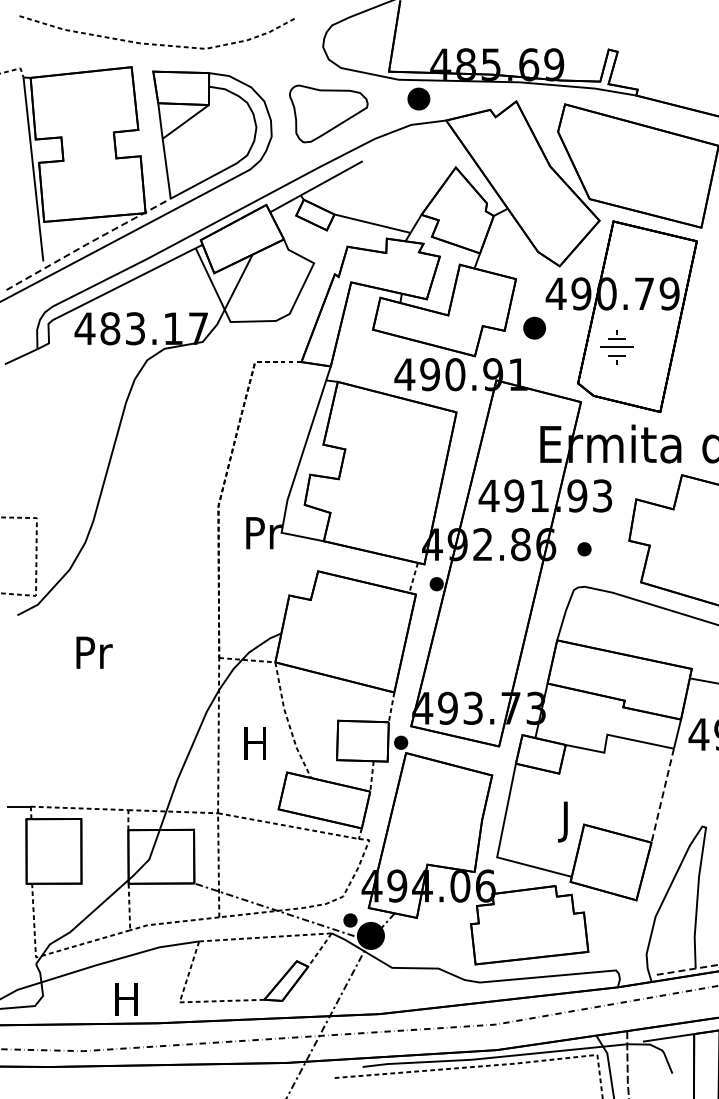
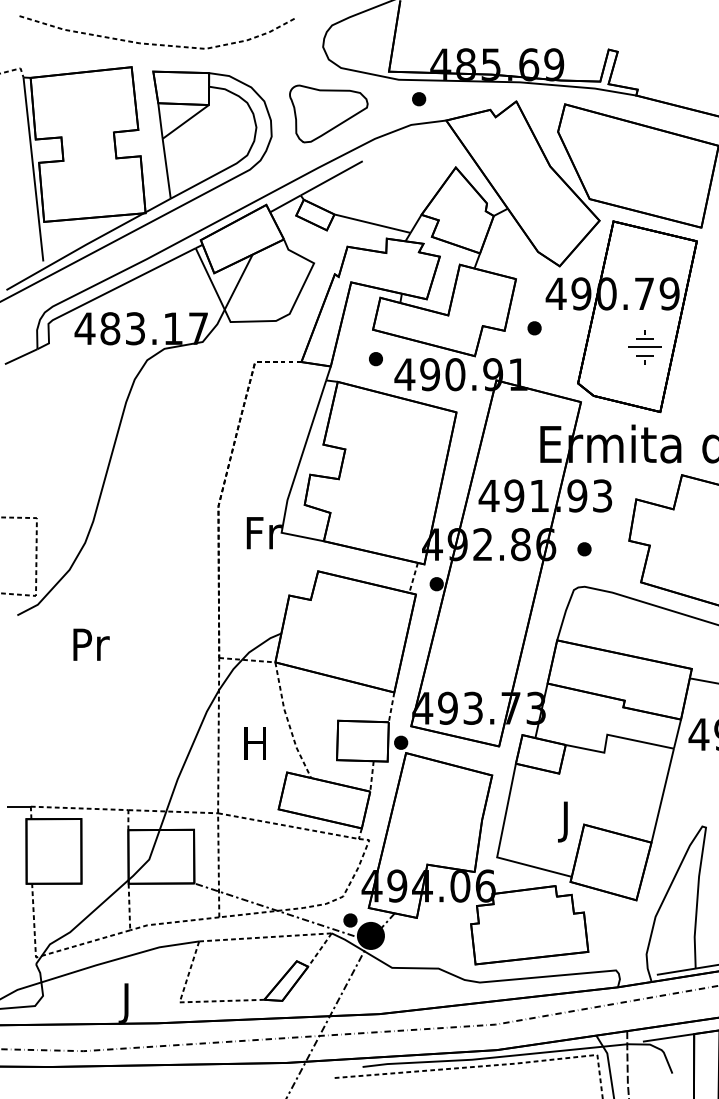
part at (418, 98) size: 24x24 px -> 15x15 px
line at (87, 244): dashed -> solid
part at (534, 327) size: 23x24 px -> 15x15 px
part at (616, 347) position: (616, 347) -> (644, 347)
part at (375, 359): none -> present
text at (262, 533): Pr -> Fr
text at (94, 652) position: (94, 652) -> (91, 644)
line at (662, 796): dashed -> solid
line at (687, 969): dashed -> solid
text at (126, 1002): H -> J
